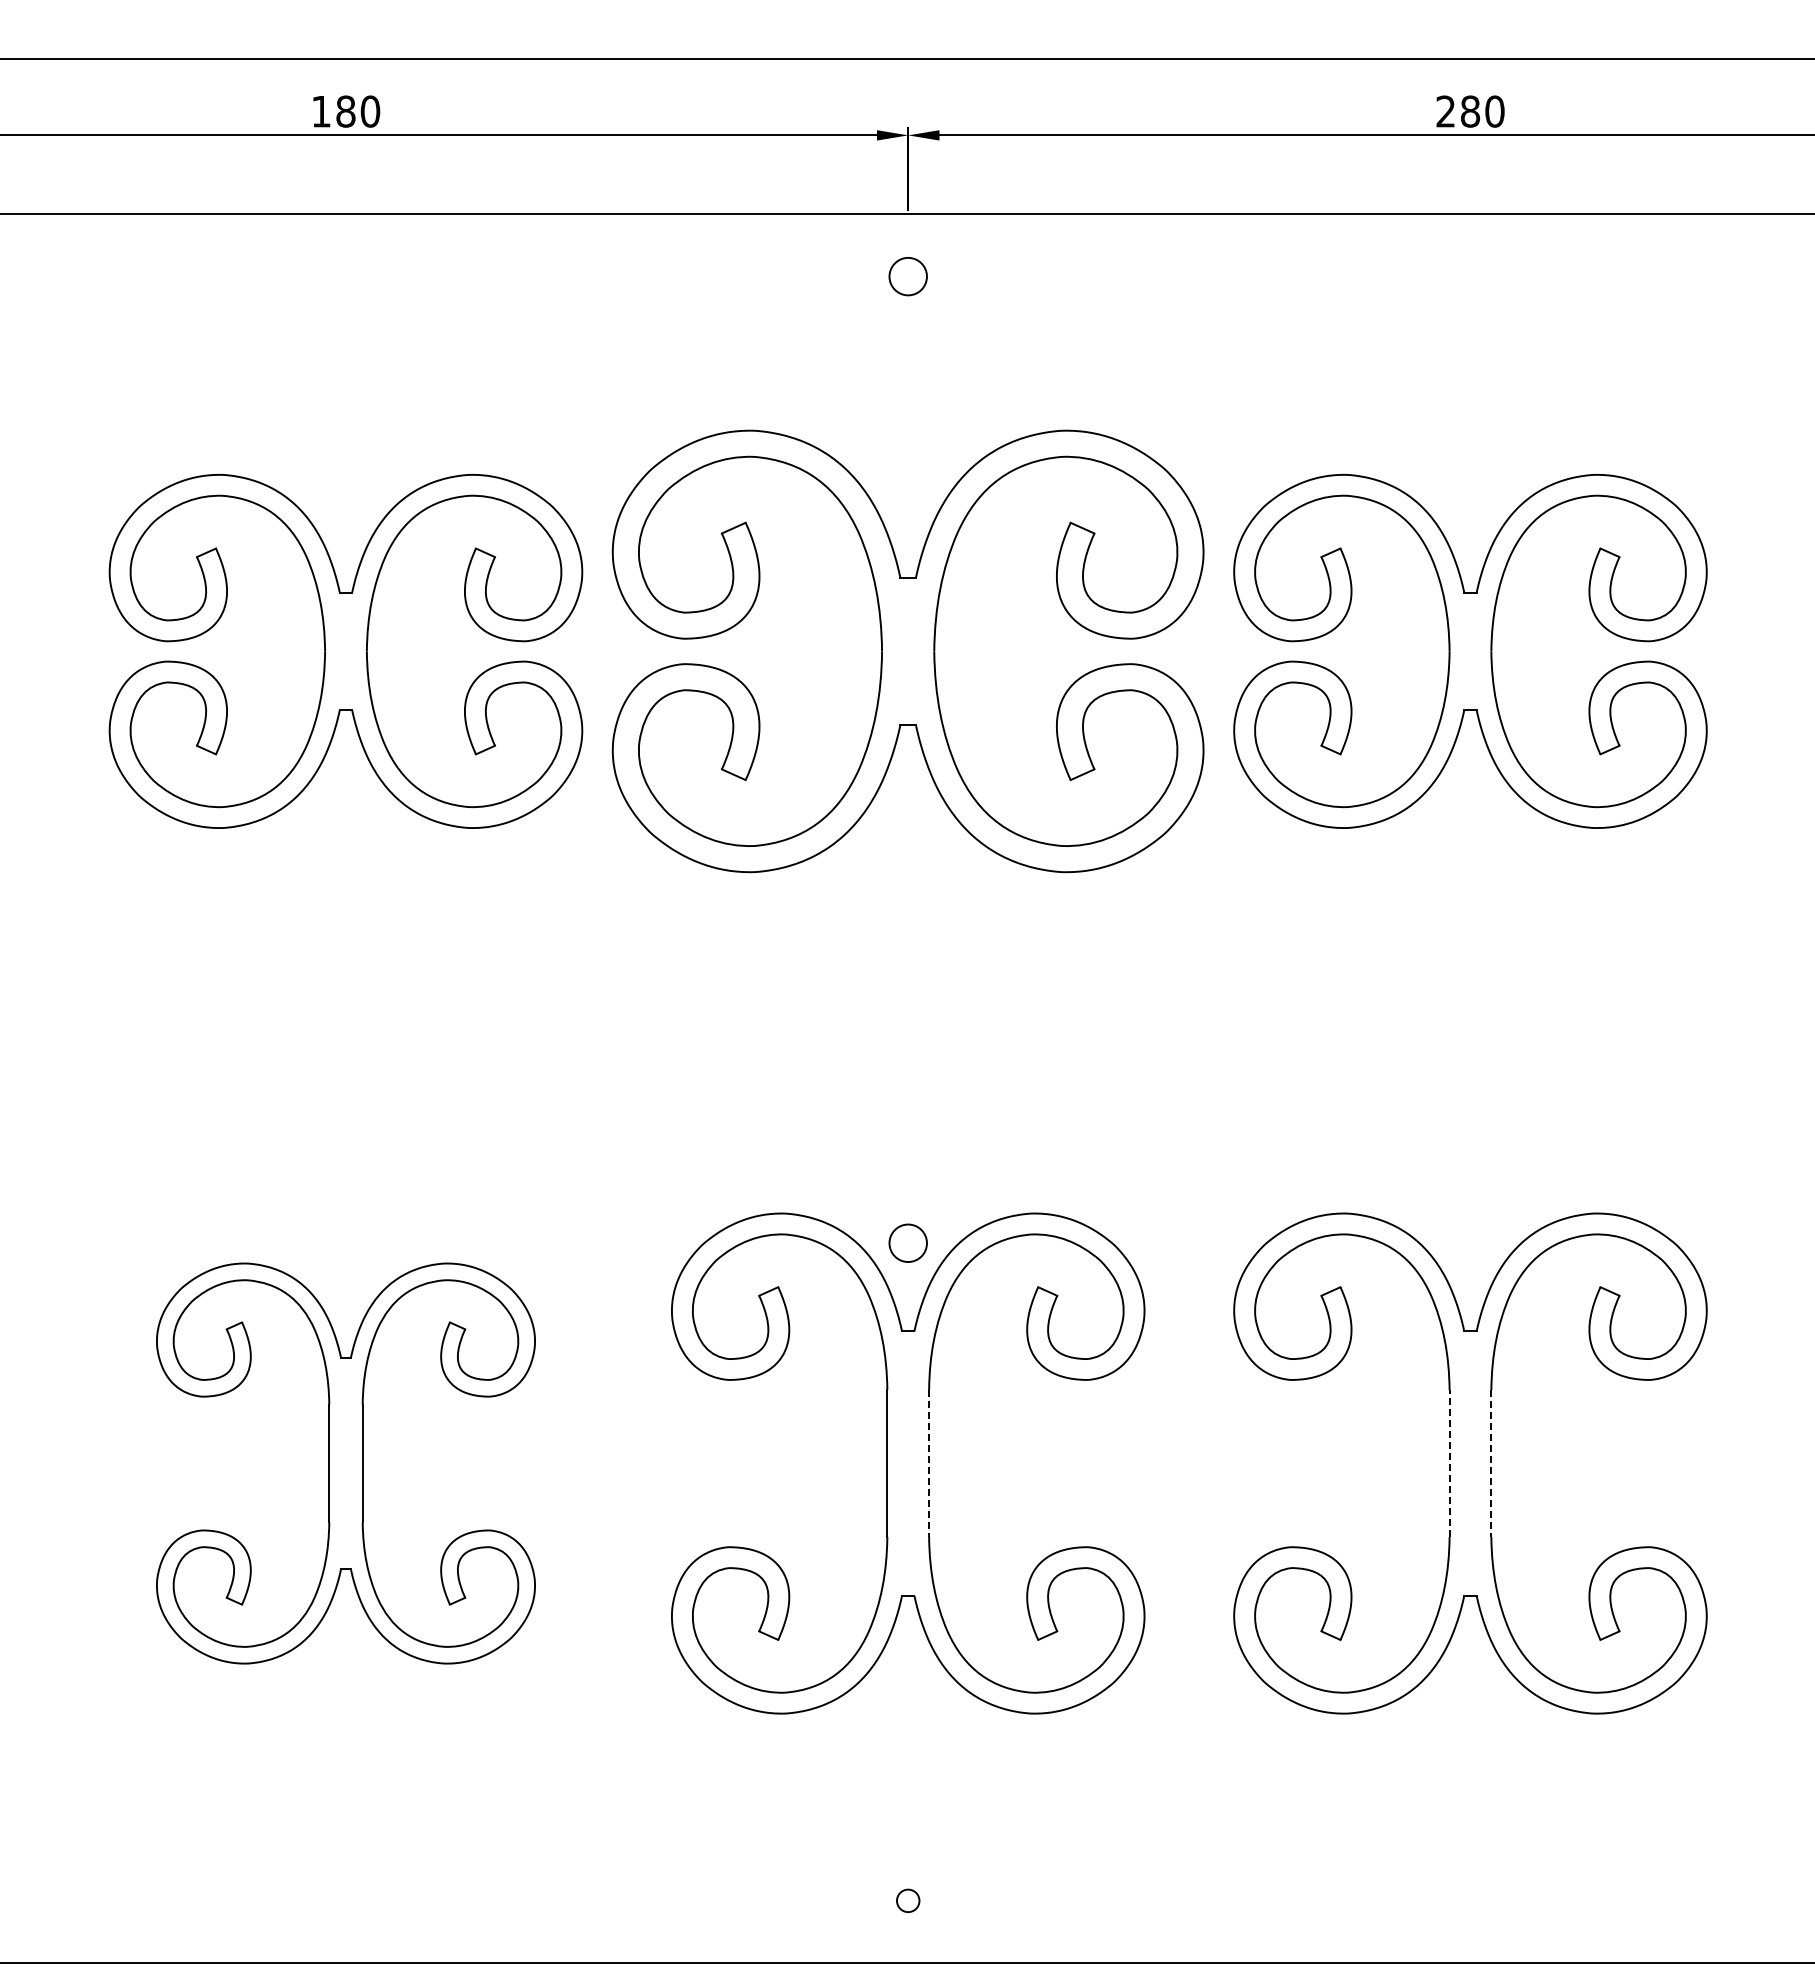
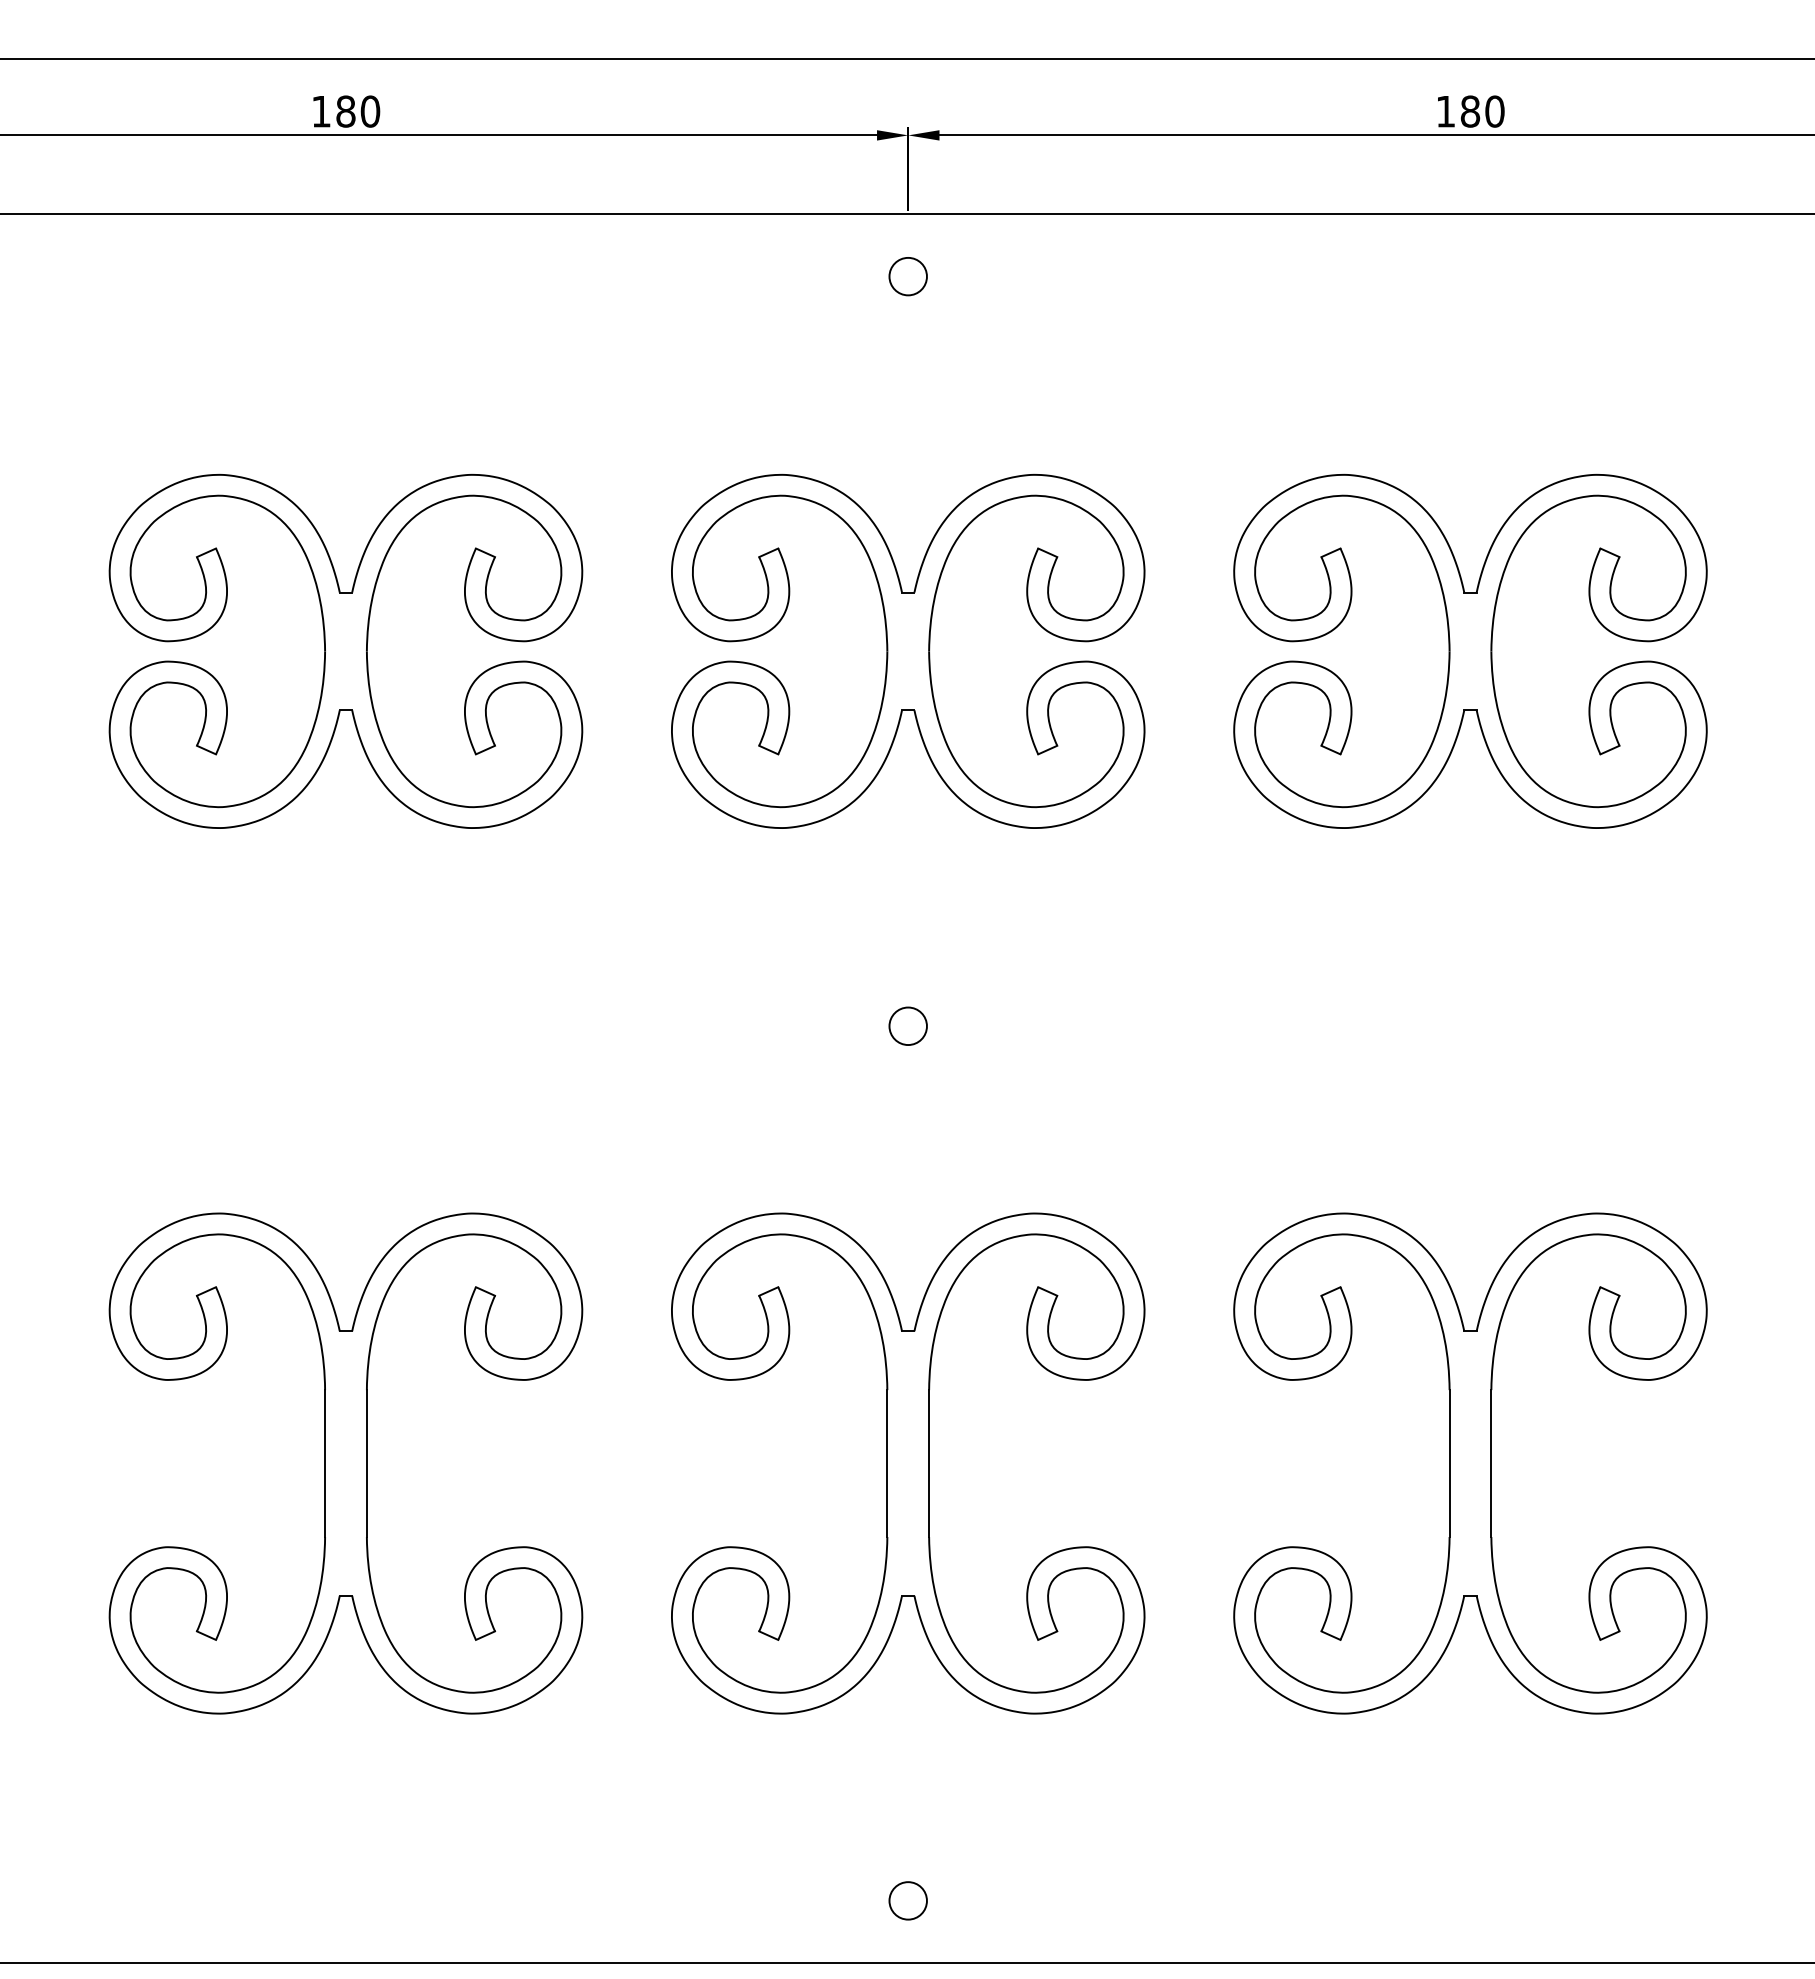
text at (1445, 111): 280 -> 180
part at (907, 651) size: 594x445 px -> 475x355 px
circle at (907, 1242) position: (907, 1242) -> (907, 1025)
part at (345, 1463) size: 380x403 px -> 476x503 px
line at (1449, 1463): dashed -> solid
line at (929, 1464): dashed -> solid
line at (1491, 1464): dashed -> solid
circle at (907, 1900) diameter: 22 px -> 37 px
